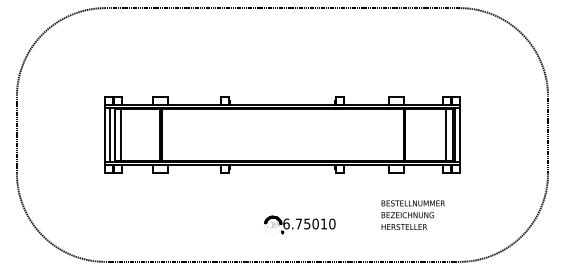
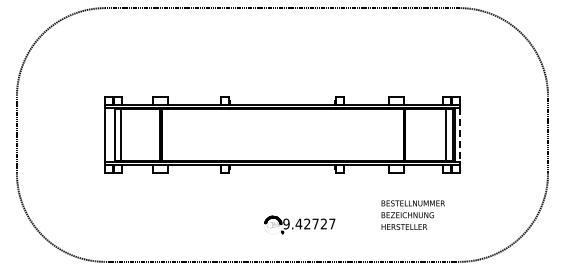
line at (109, 134): present -> none
line at (459, 135): solid -> dashed
text at (309, 223): 6.75010 -> 9.42727
